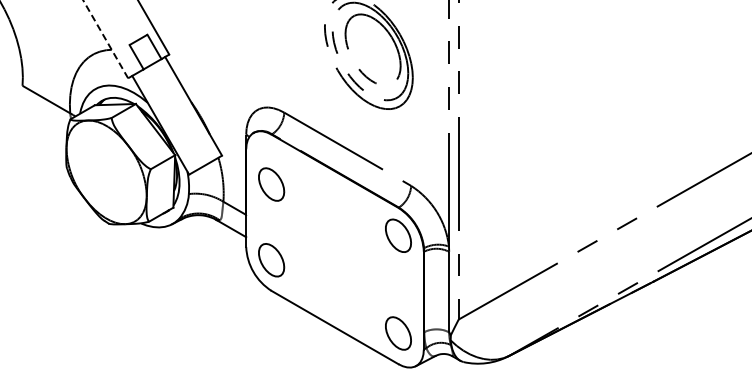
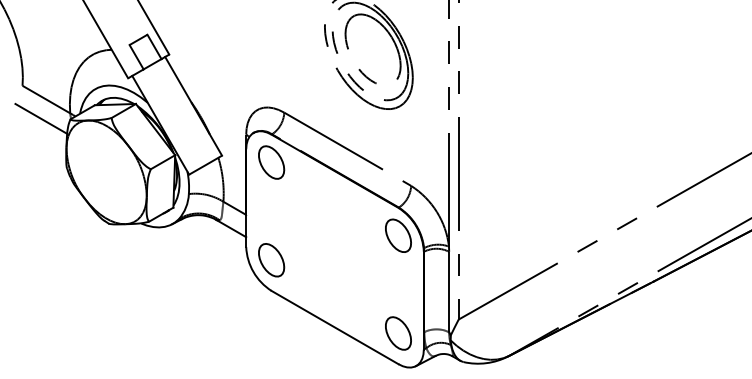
line at (105, 39): dashed -> solid
line at (41, 118): none -> present
part at (271, 184) position: (271, 184) -> (271, 162)
